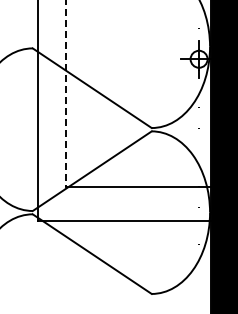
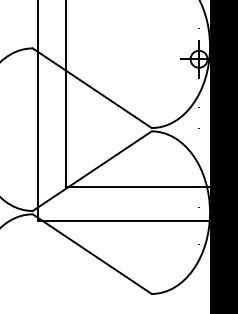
line at (65, 93): dashed -> solid
